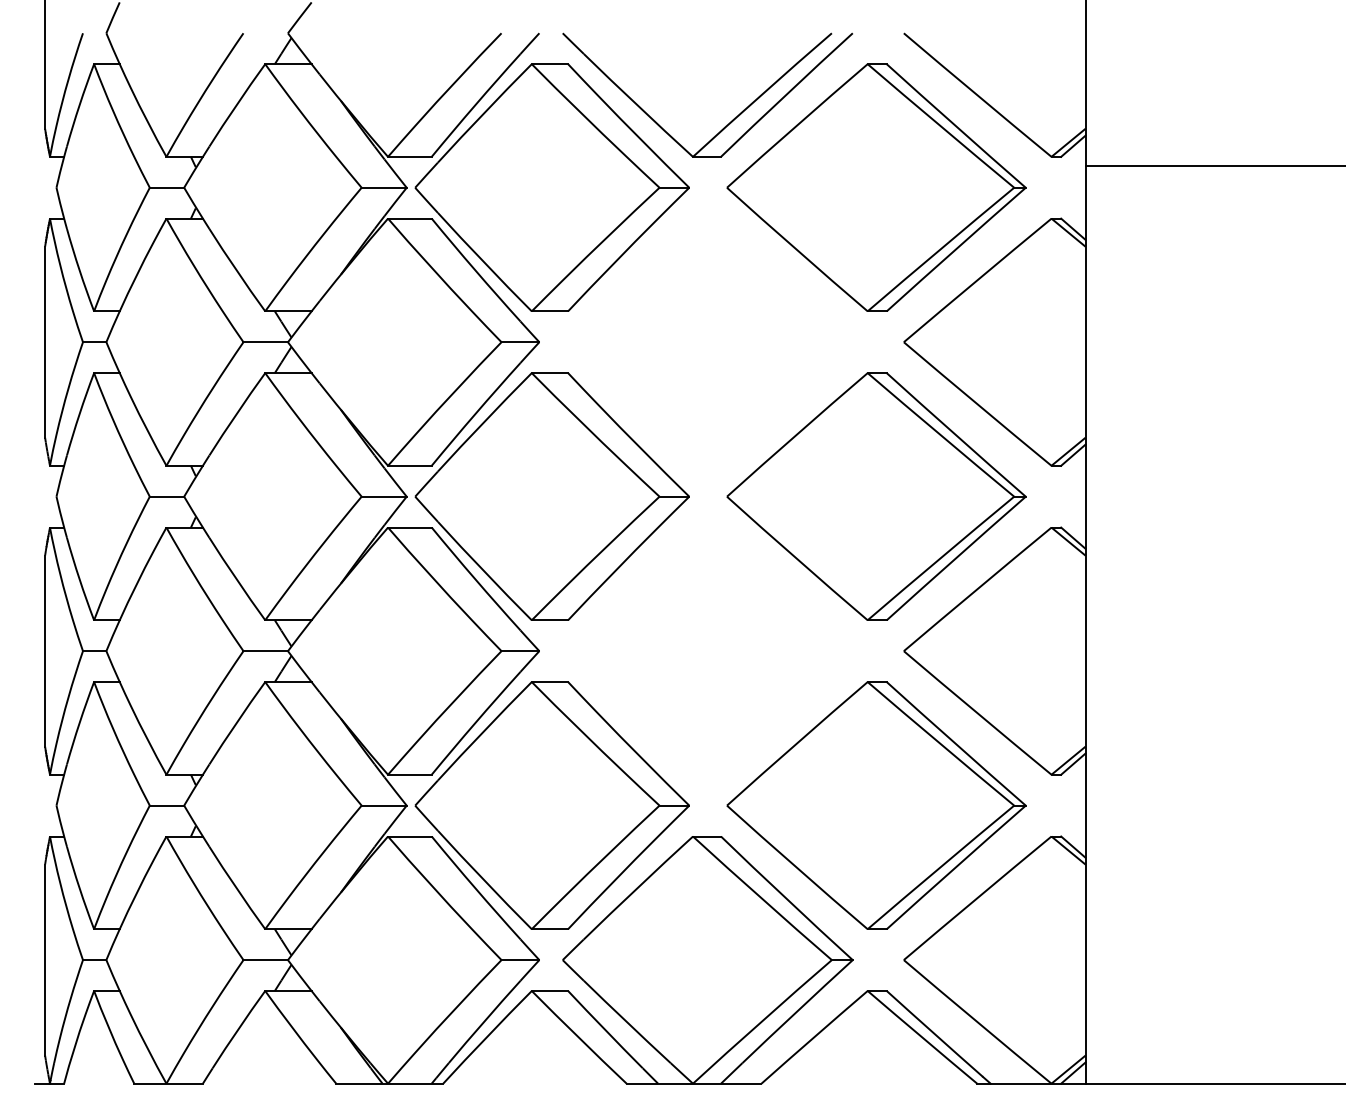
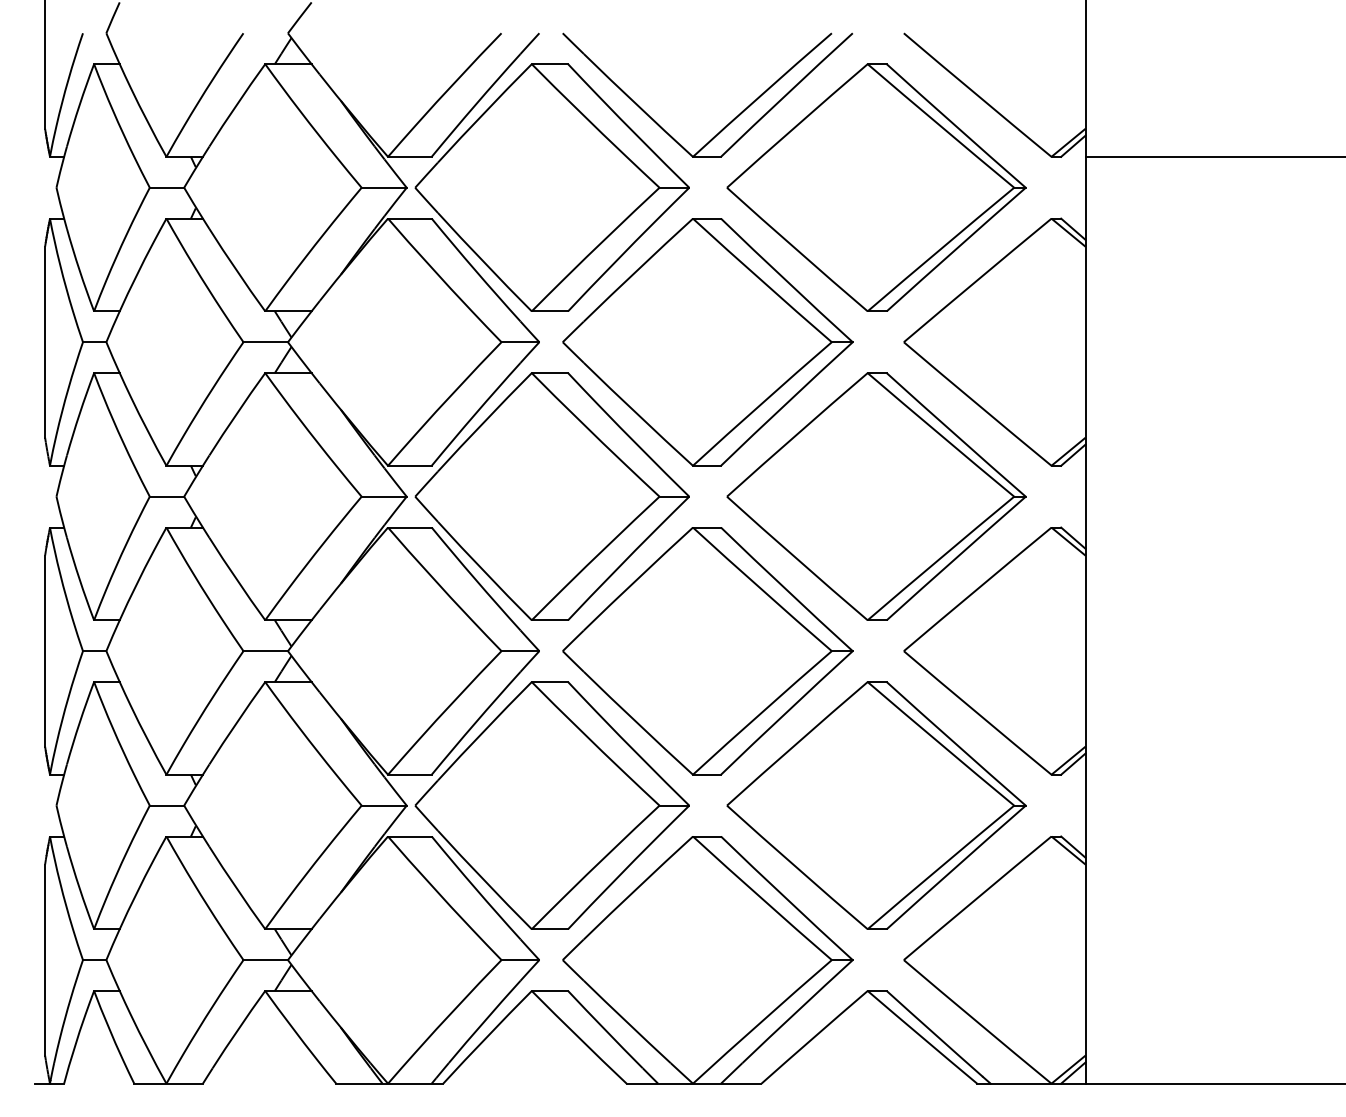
line at (1213, 165) position: (1213, 165) -> (1213, 156)
part at (707, 342): none -> present
part at (707, 651): none -> present
